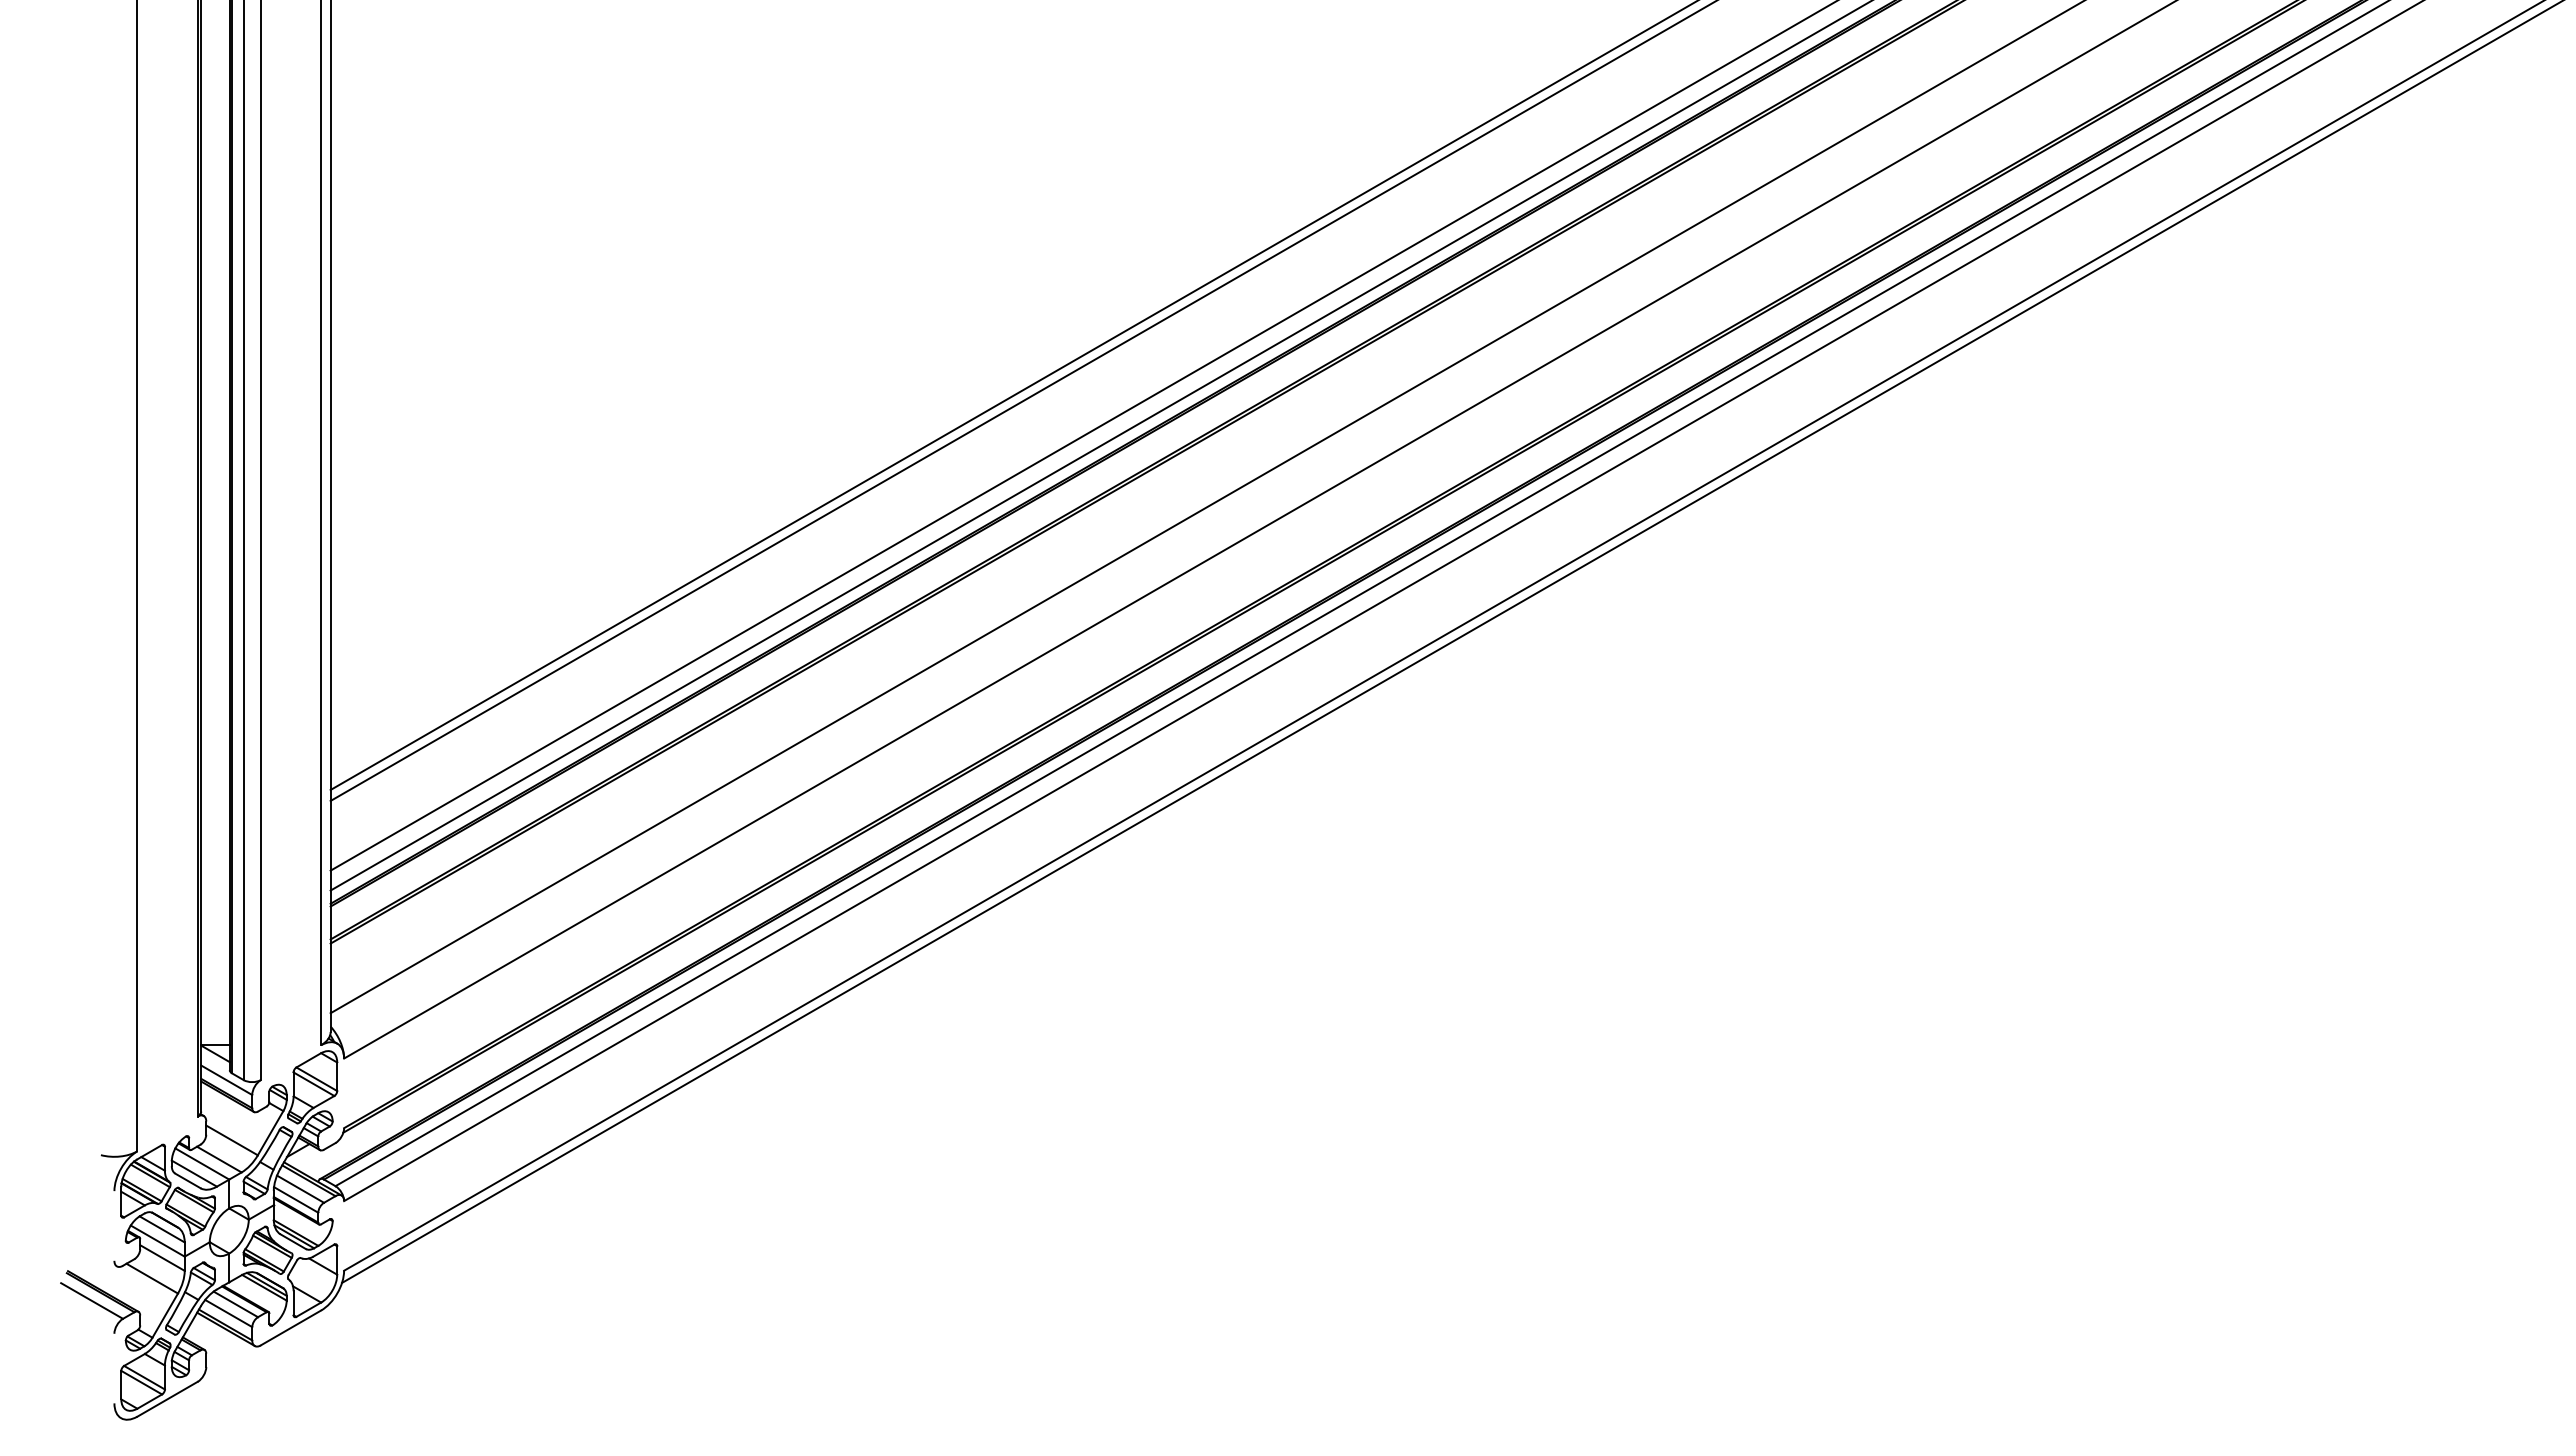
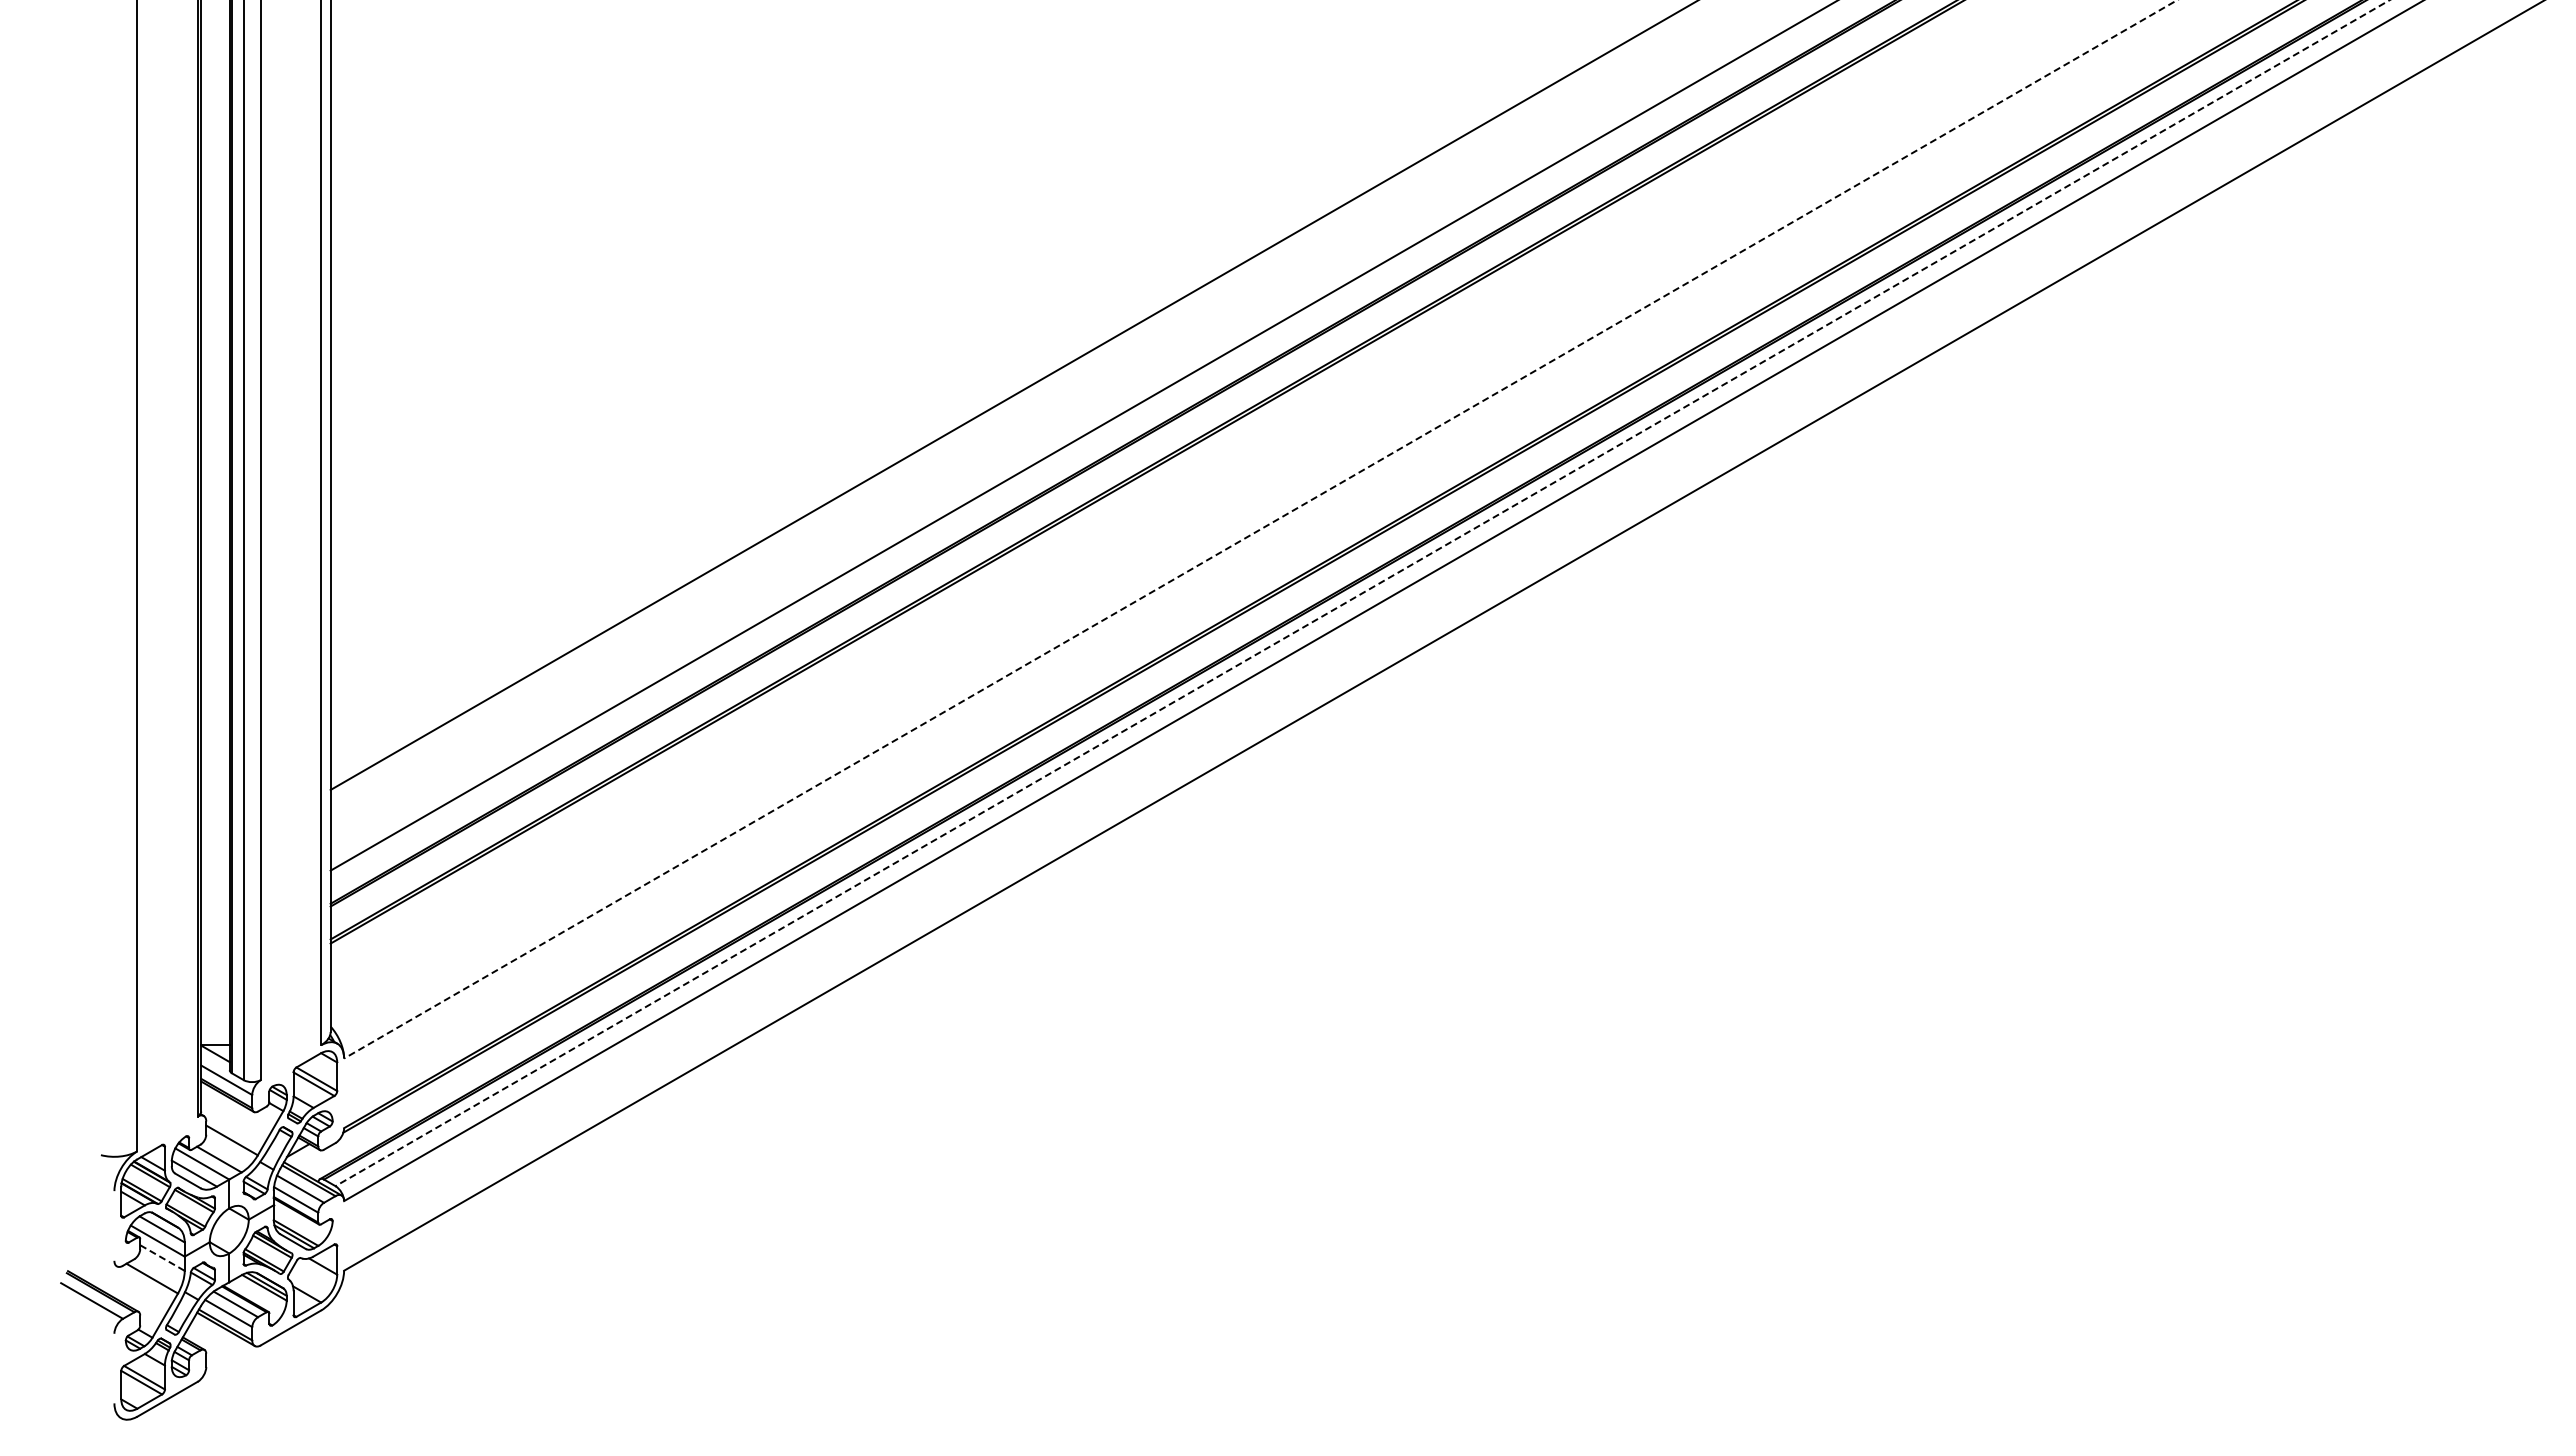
line at (1021, 401): present -> none
line at (1099, 446): present -> none
line at (1205, 507): present -> none
line at (1260, 529): solid -> dashed
line at (1362, 593): solid -> dashed
line at (1451, 642): present -> none
line at (162, 1258): solid -> dashed
